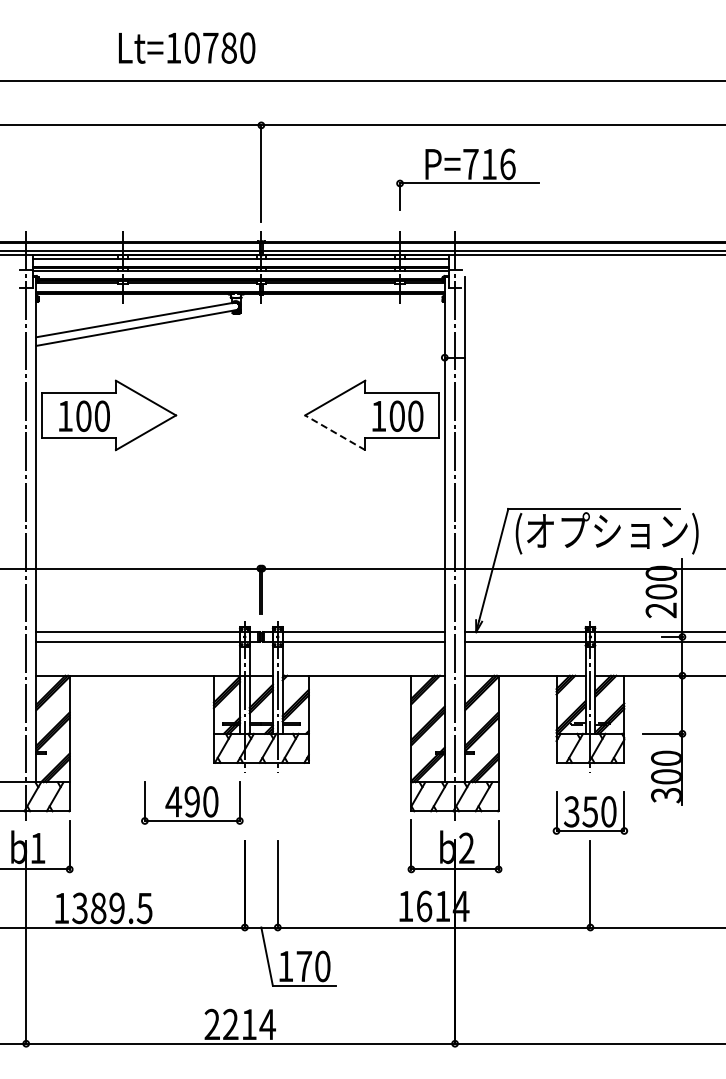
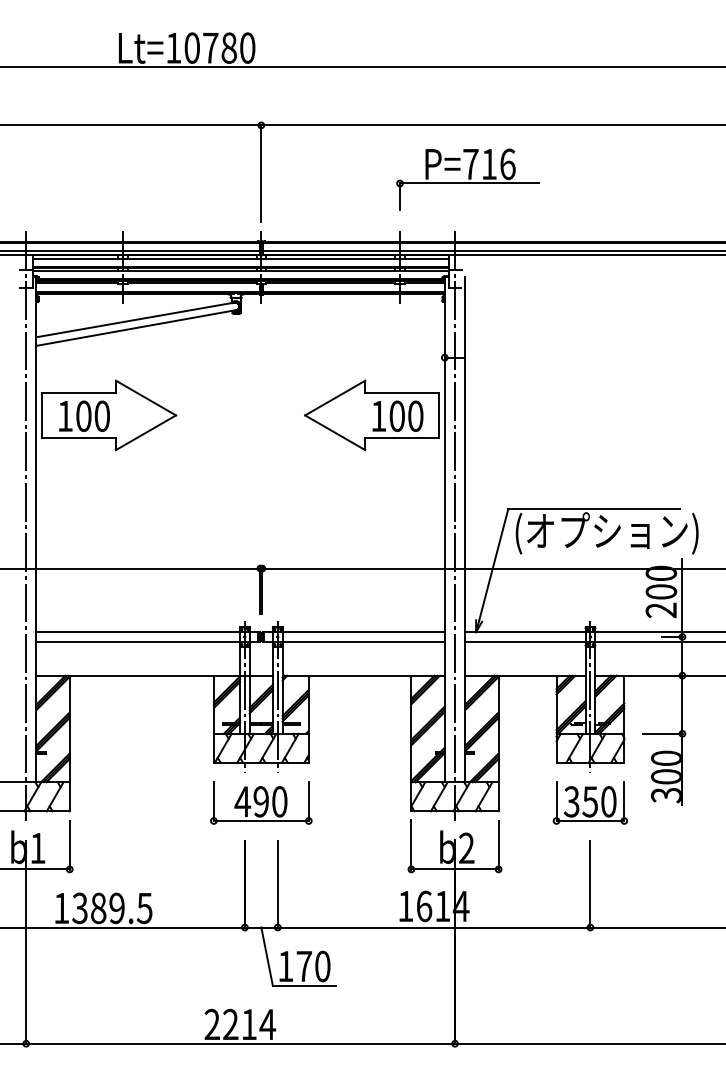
line at (362, 81) position: (362, 81) -> (362, 67)
line at (335, 432): dashed -> solid
part at (192, 802) position: (192, 802) -> (261, 802)
part at (590, 812) position: (590, 812) -> (590, 802)
